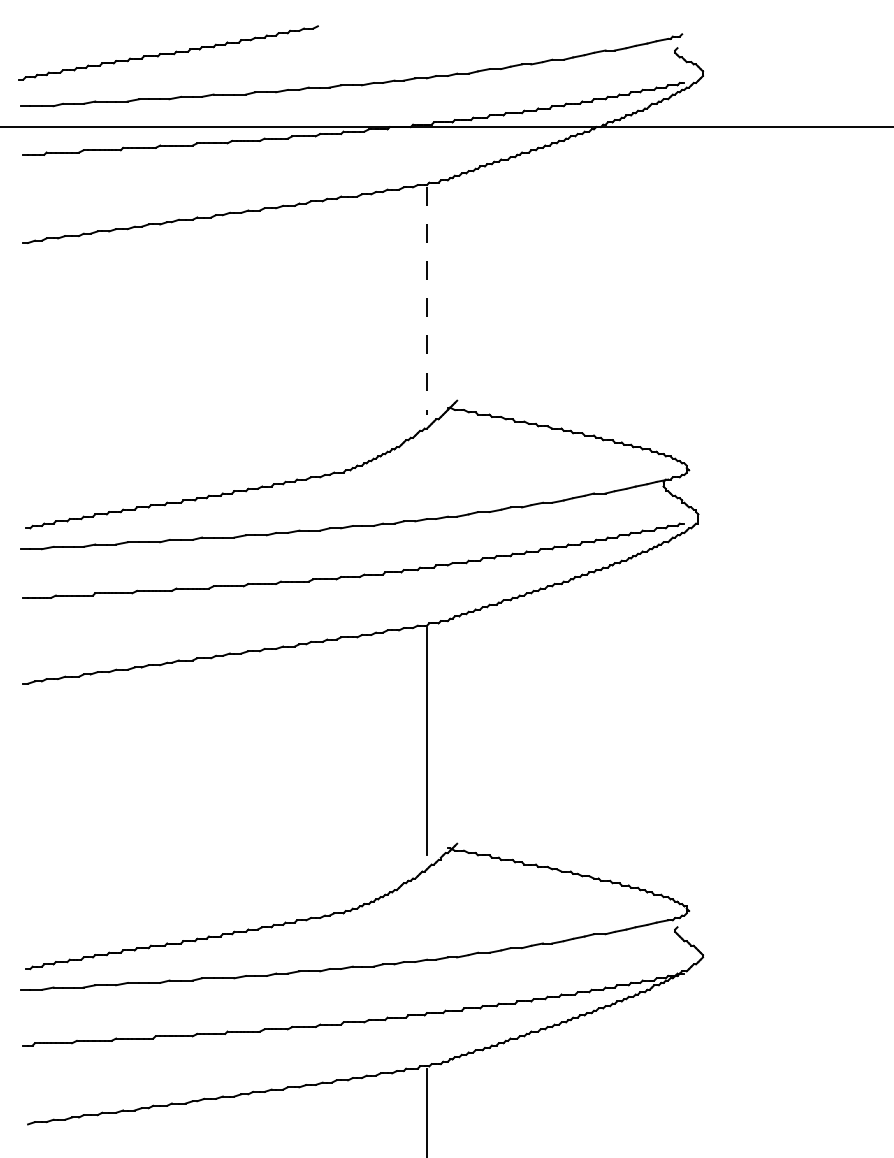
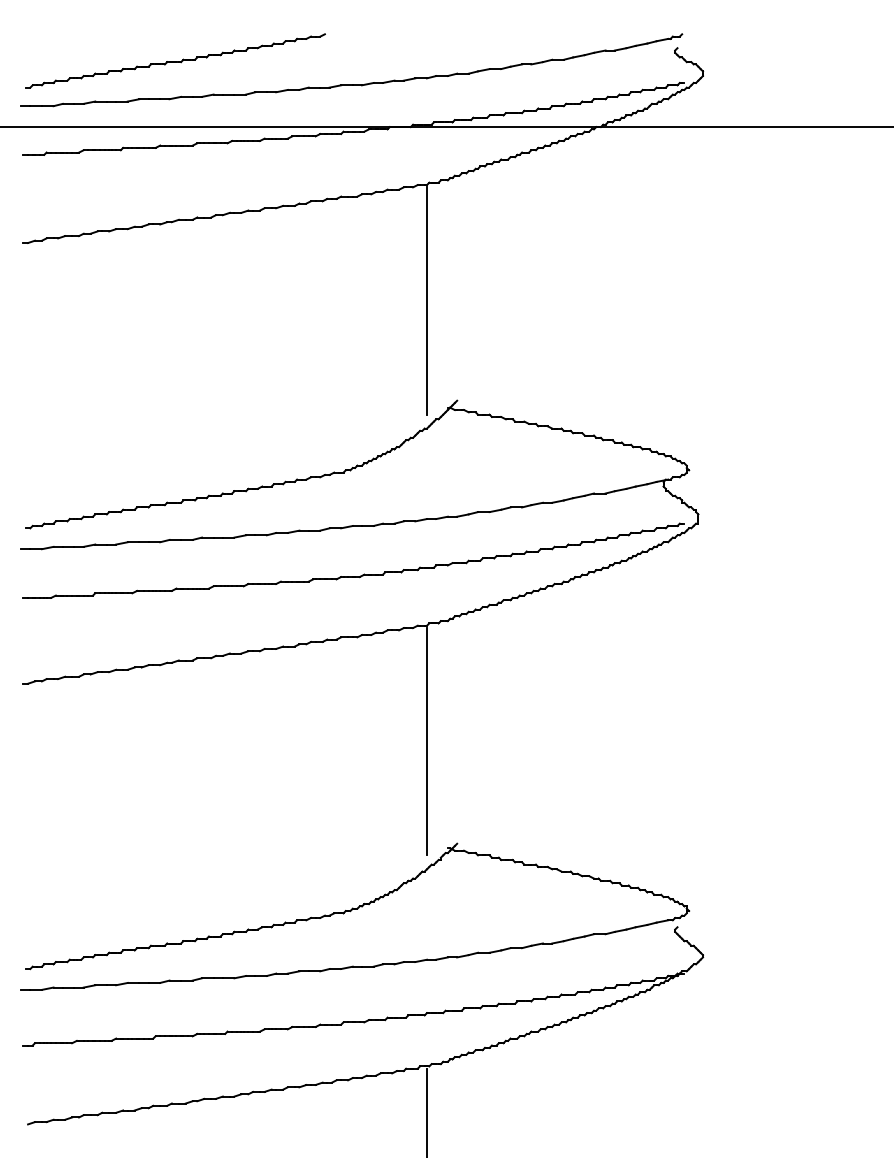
part at (168, 52) position: (168, 52) -> (175, 60)
line at (426, 301): dashed -> solid
